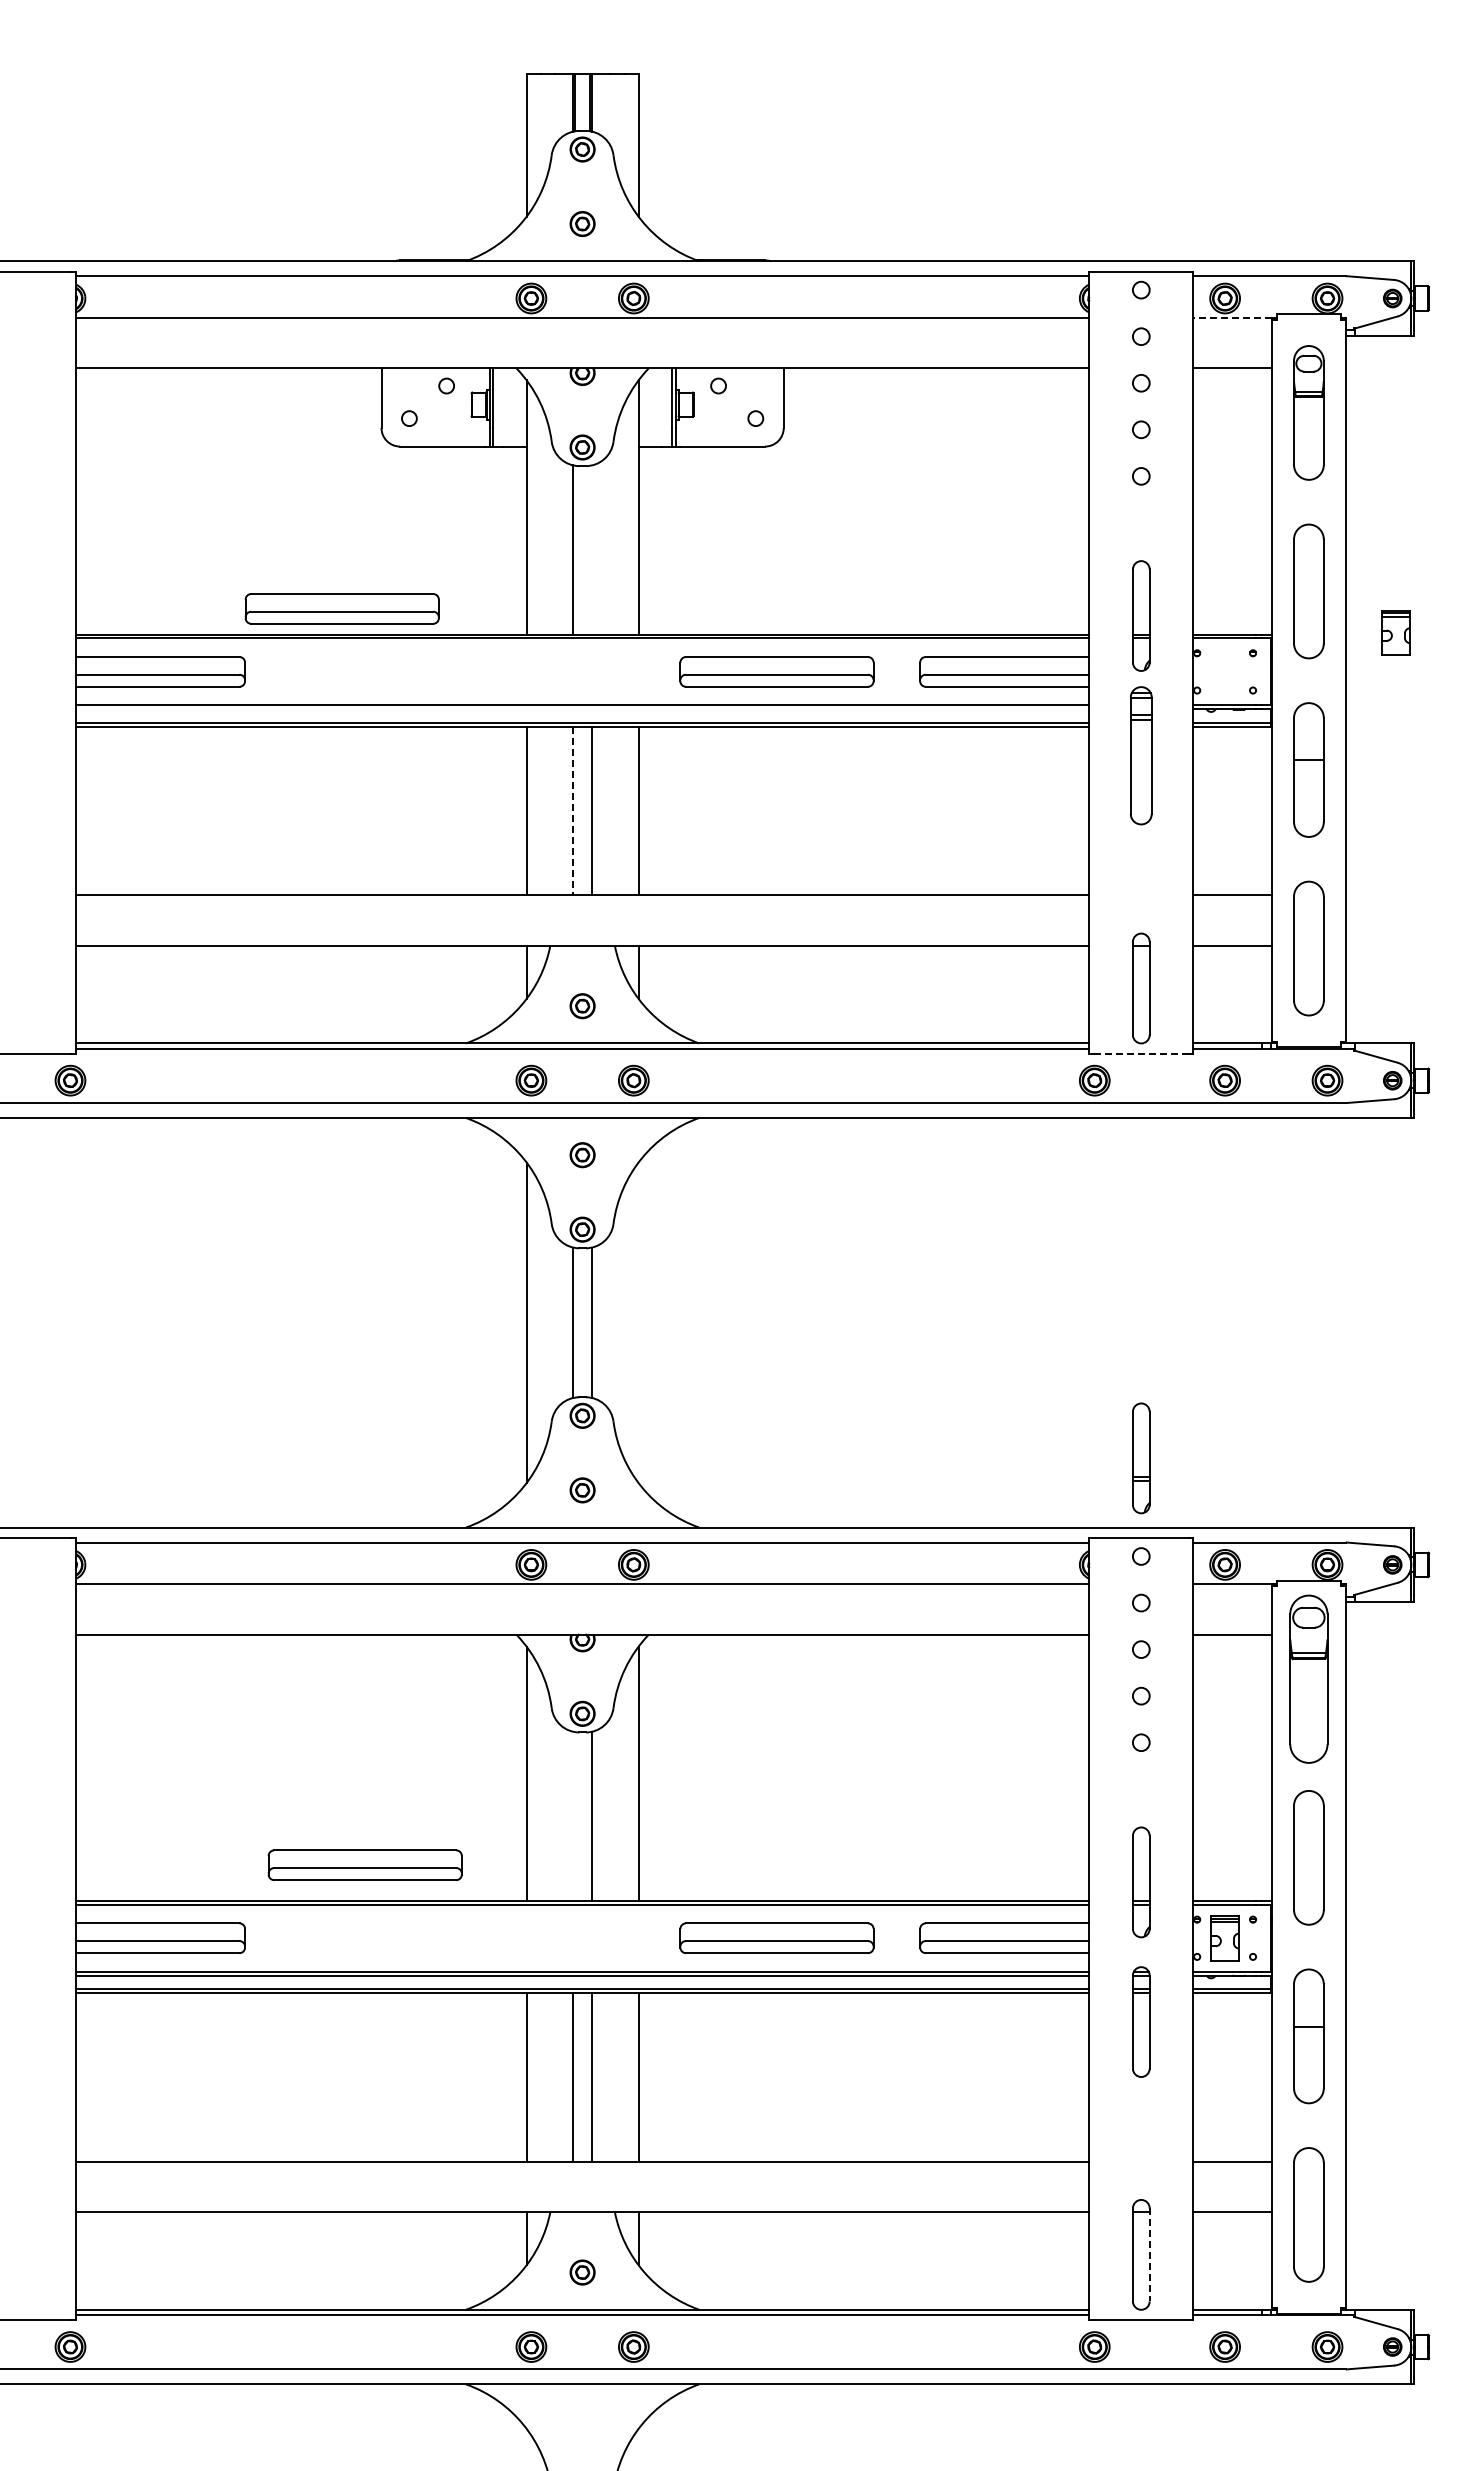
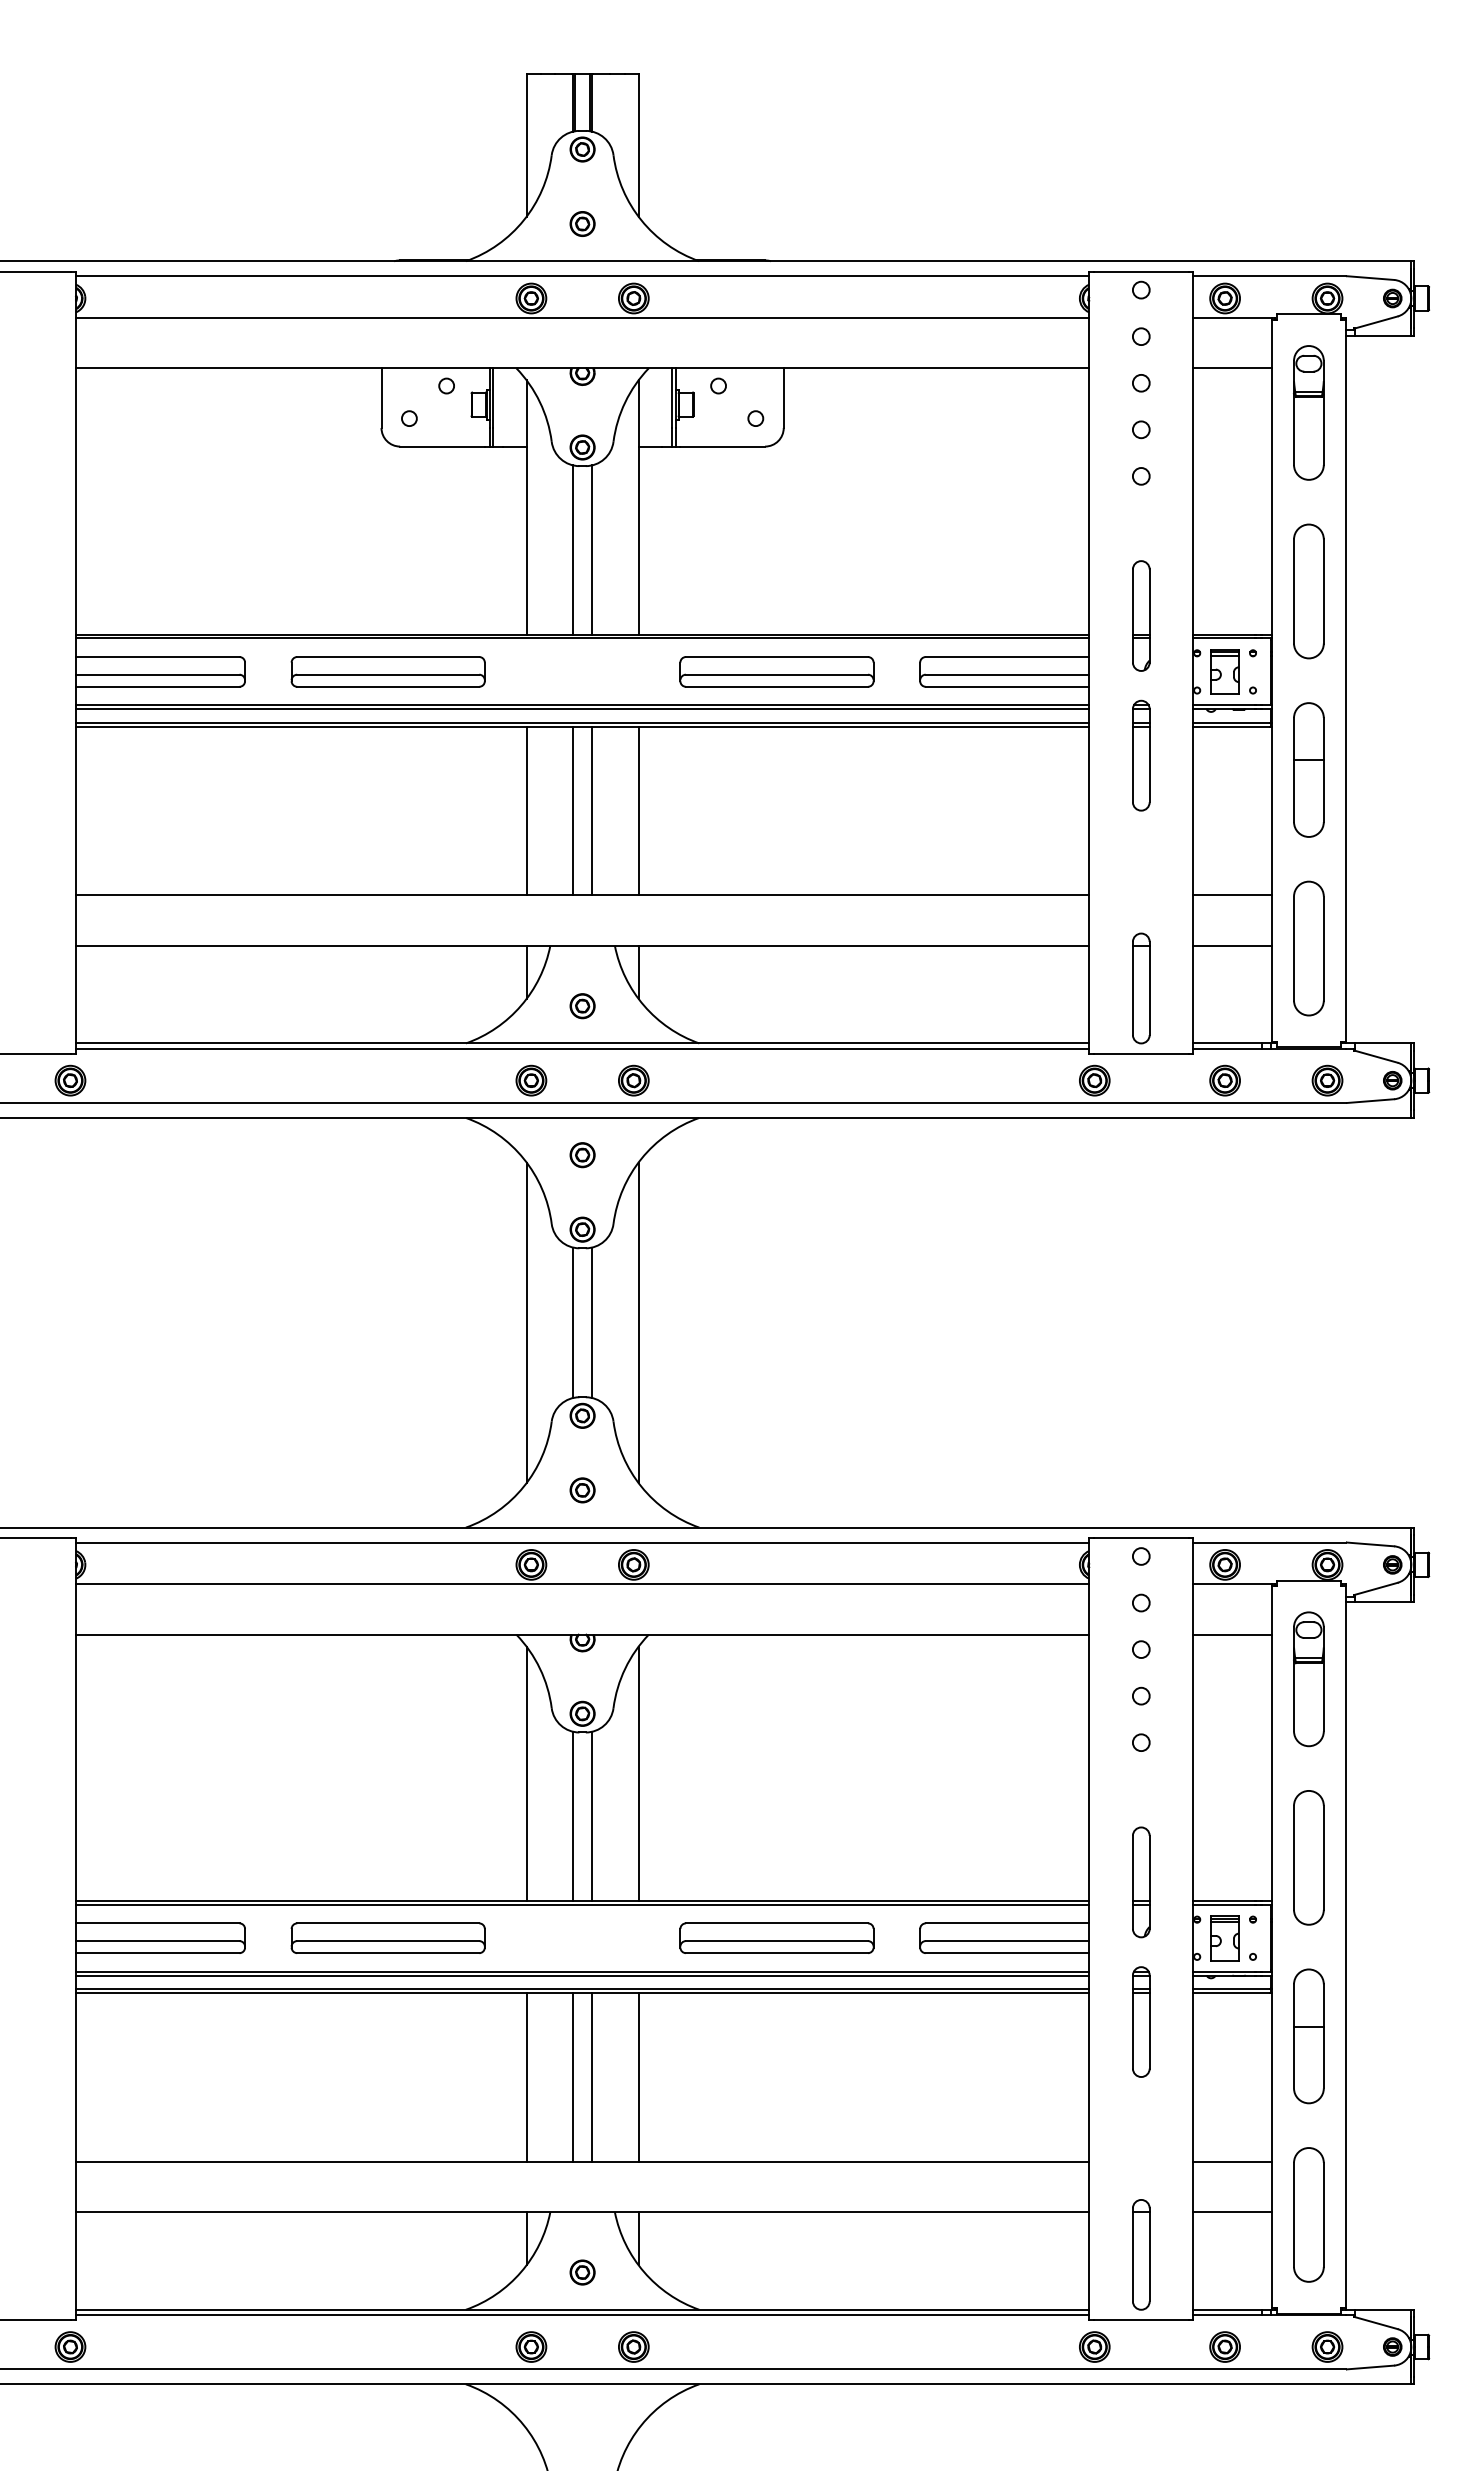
line at (1232, 318): dashed -> solid
line at (592, 549): none -> present
part at (341, 608) position: (341, 608) -> (387, 671)
part at (1395, 632) position: (1395, 632) -> (1224, 671)
line at (582, 709): none -> present
part at (1140, 755) size: 24x140 px -> 19x113 px
line at (573, 811): dashed -> solid
line at (1140, 1053): dashed -> solid
line at (638, 1322): none -> present
part at (1141, 1458): present -> none
part at (1308, 1678) size: 40x170 px -> 32x137 px
line at (573, 1816): none -> present
part at (364, 1864) position: (364, 1864) -> (387, 1937)
line at (1149, 2254): dashed -> solid
